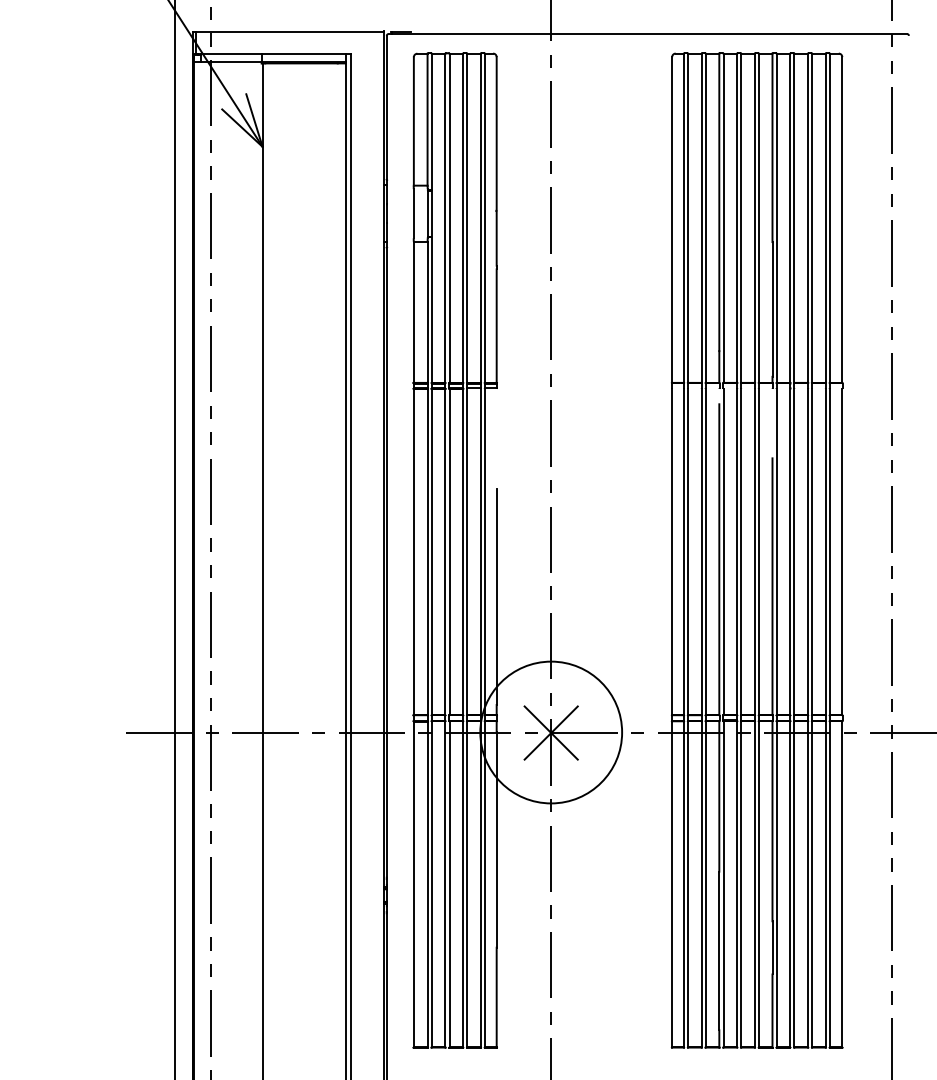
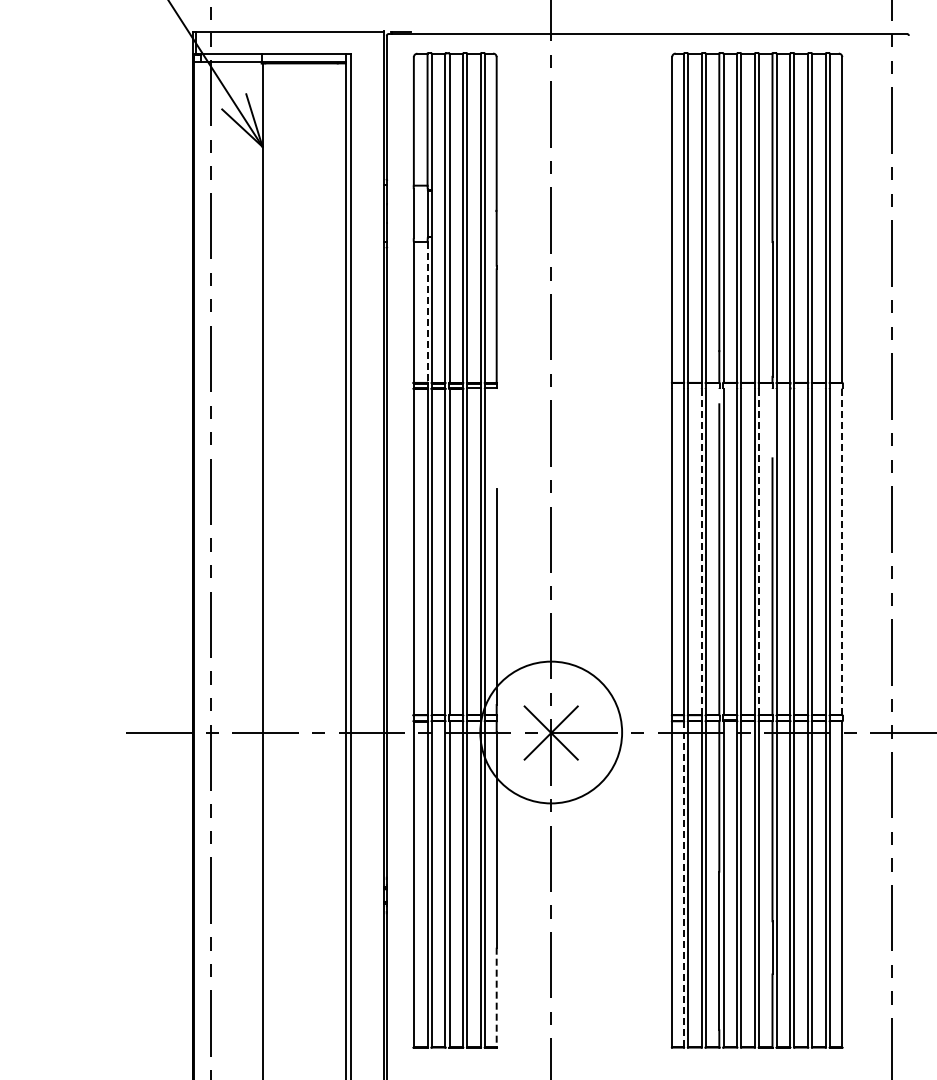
line at (427, 312): solid -> dashed
line at (175, 539): present -> none
line at (701, 552): solid -> dashed
line at (759, 552): solid -> dashed
line at (842, 552): solid -> dashed
line at (683, 884): solid -> dashed
line at (496, 997): solid -> dashed
